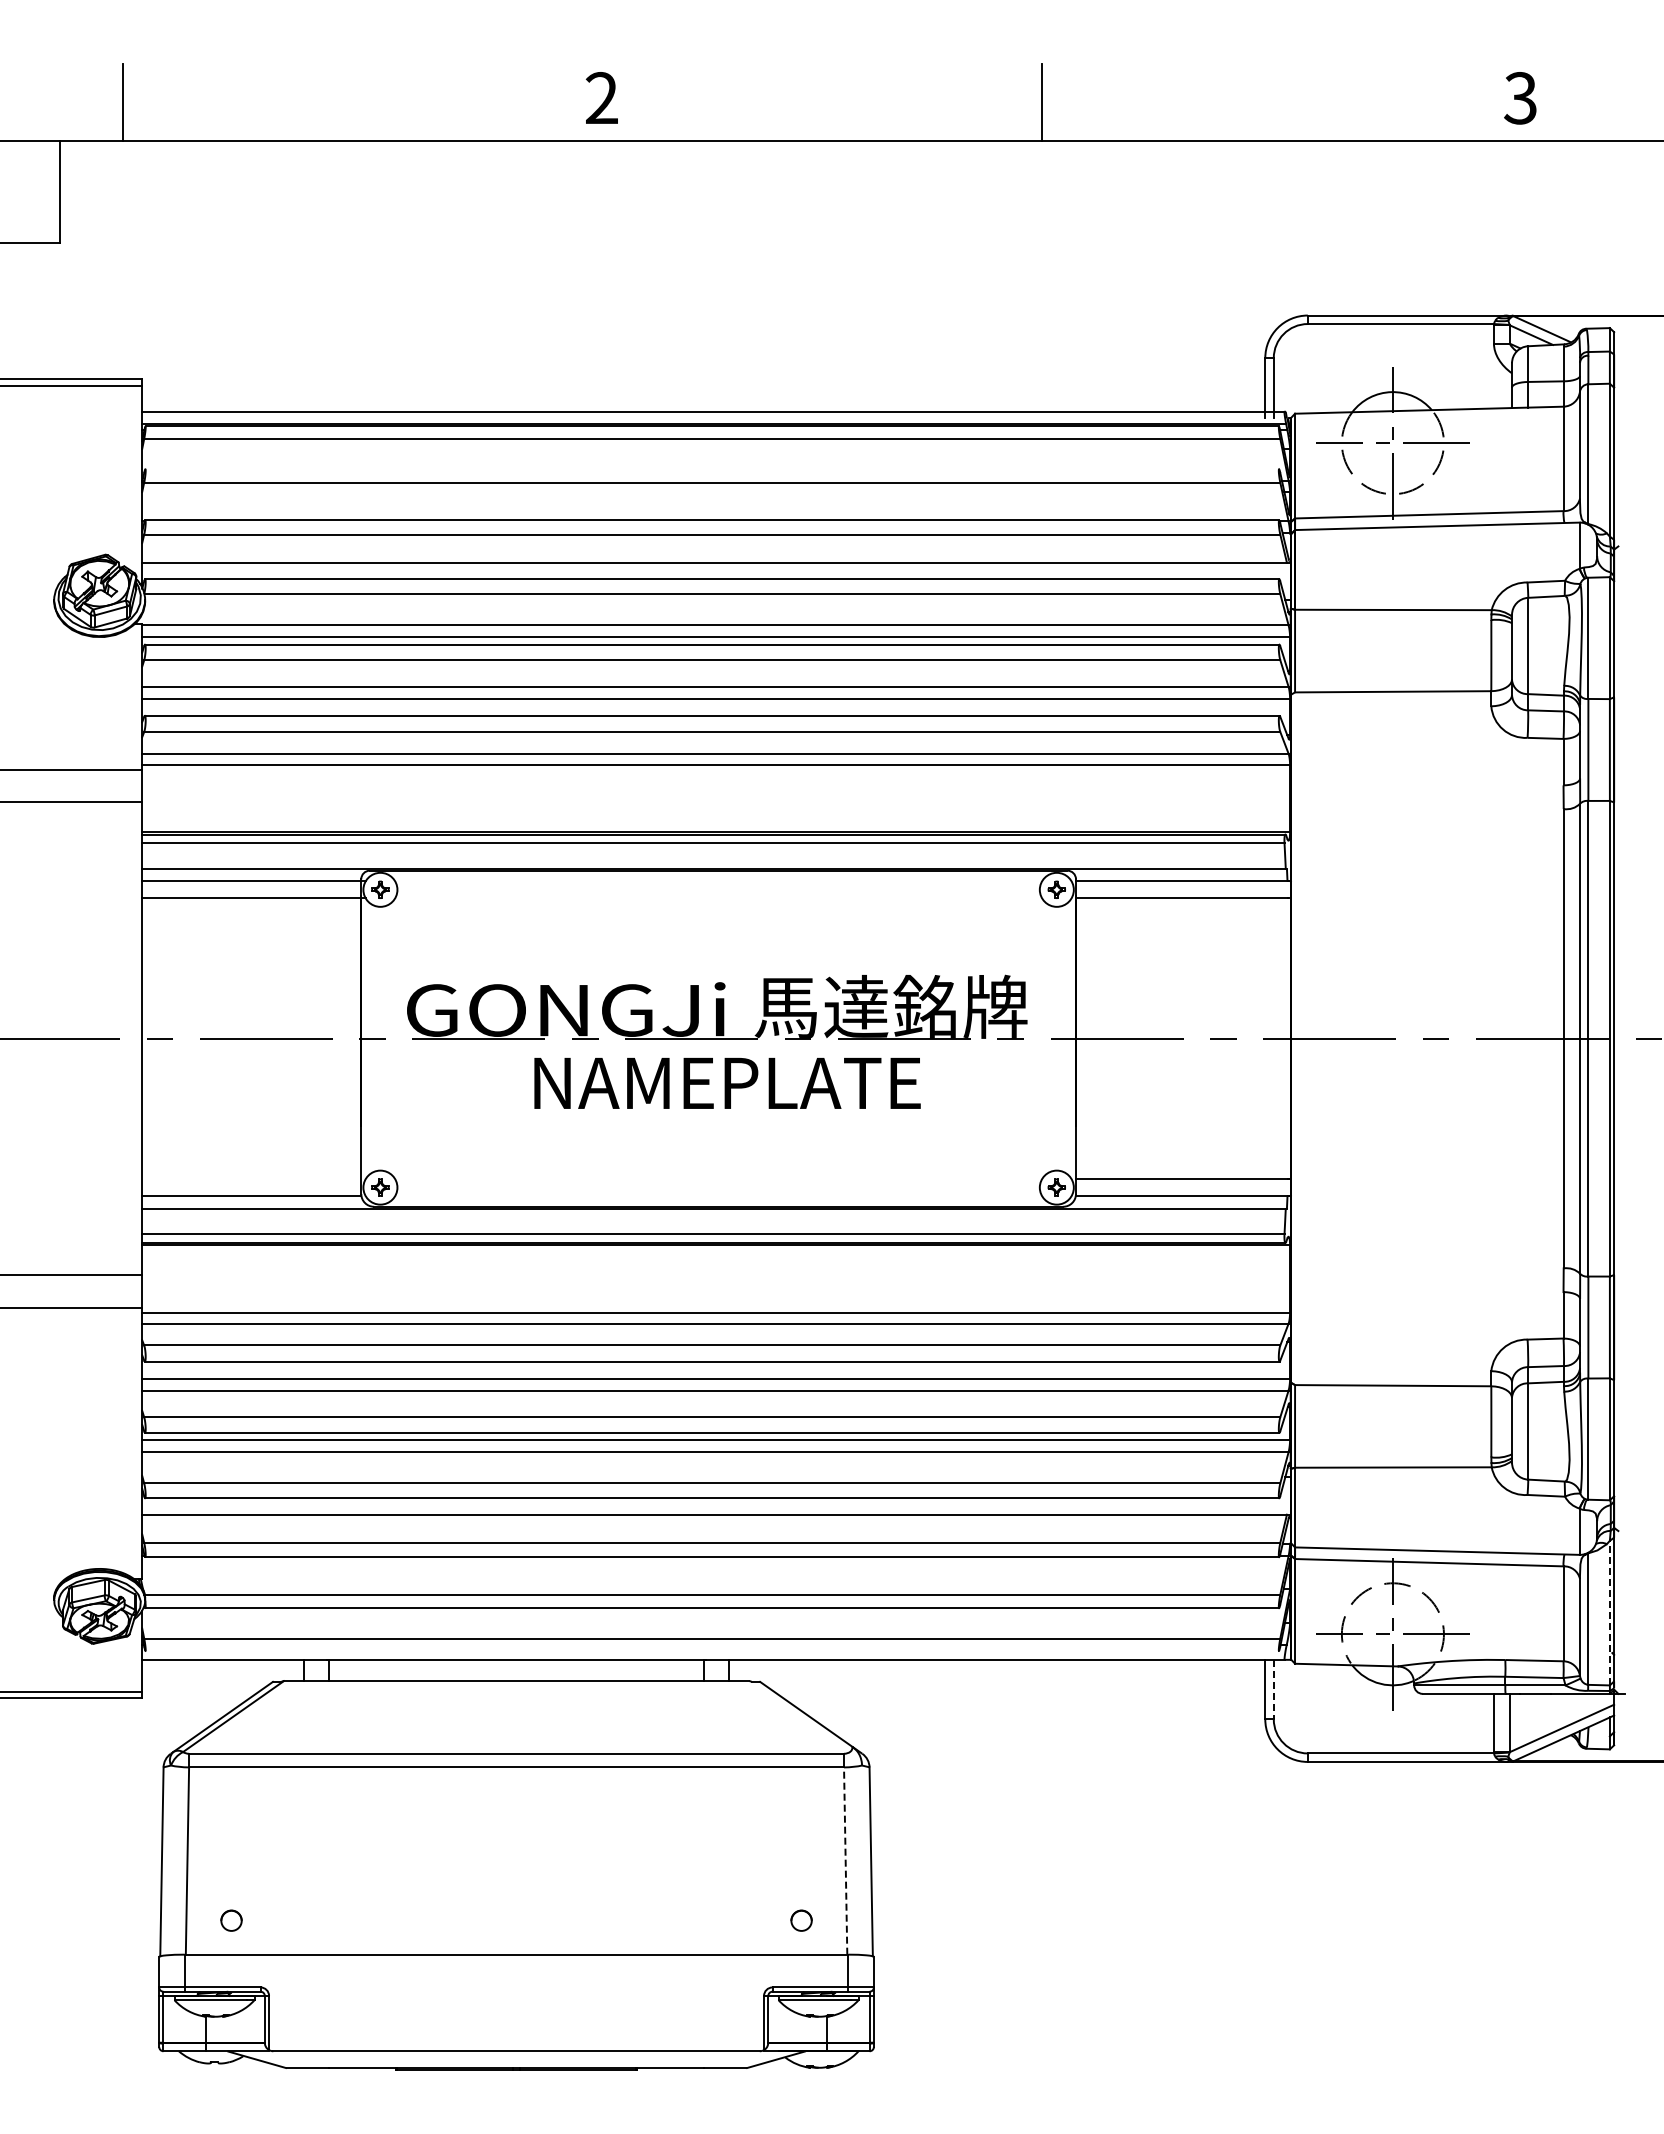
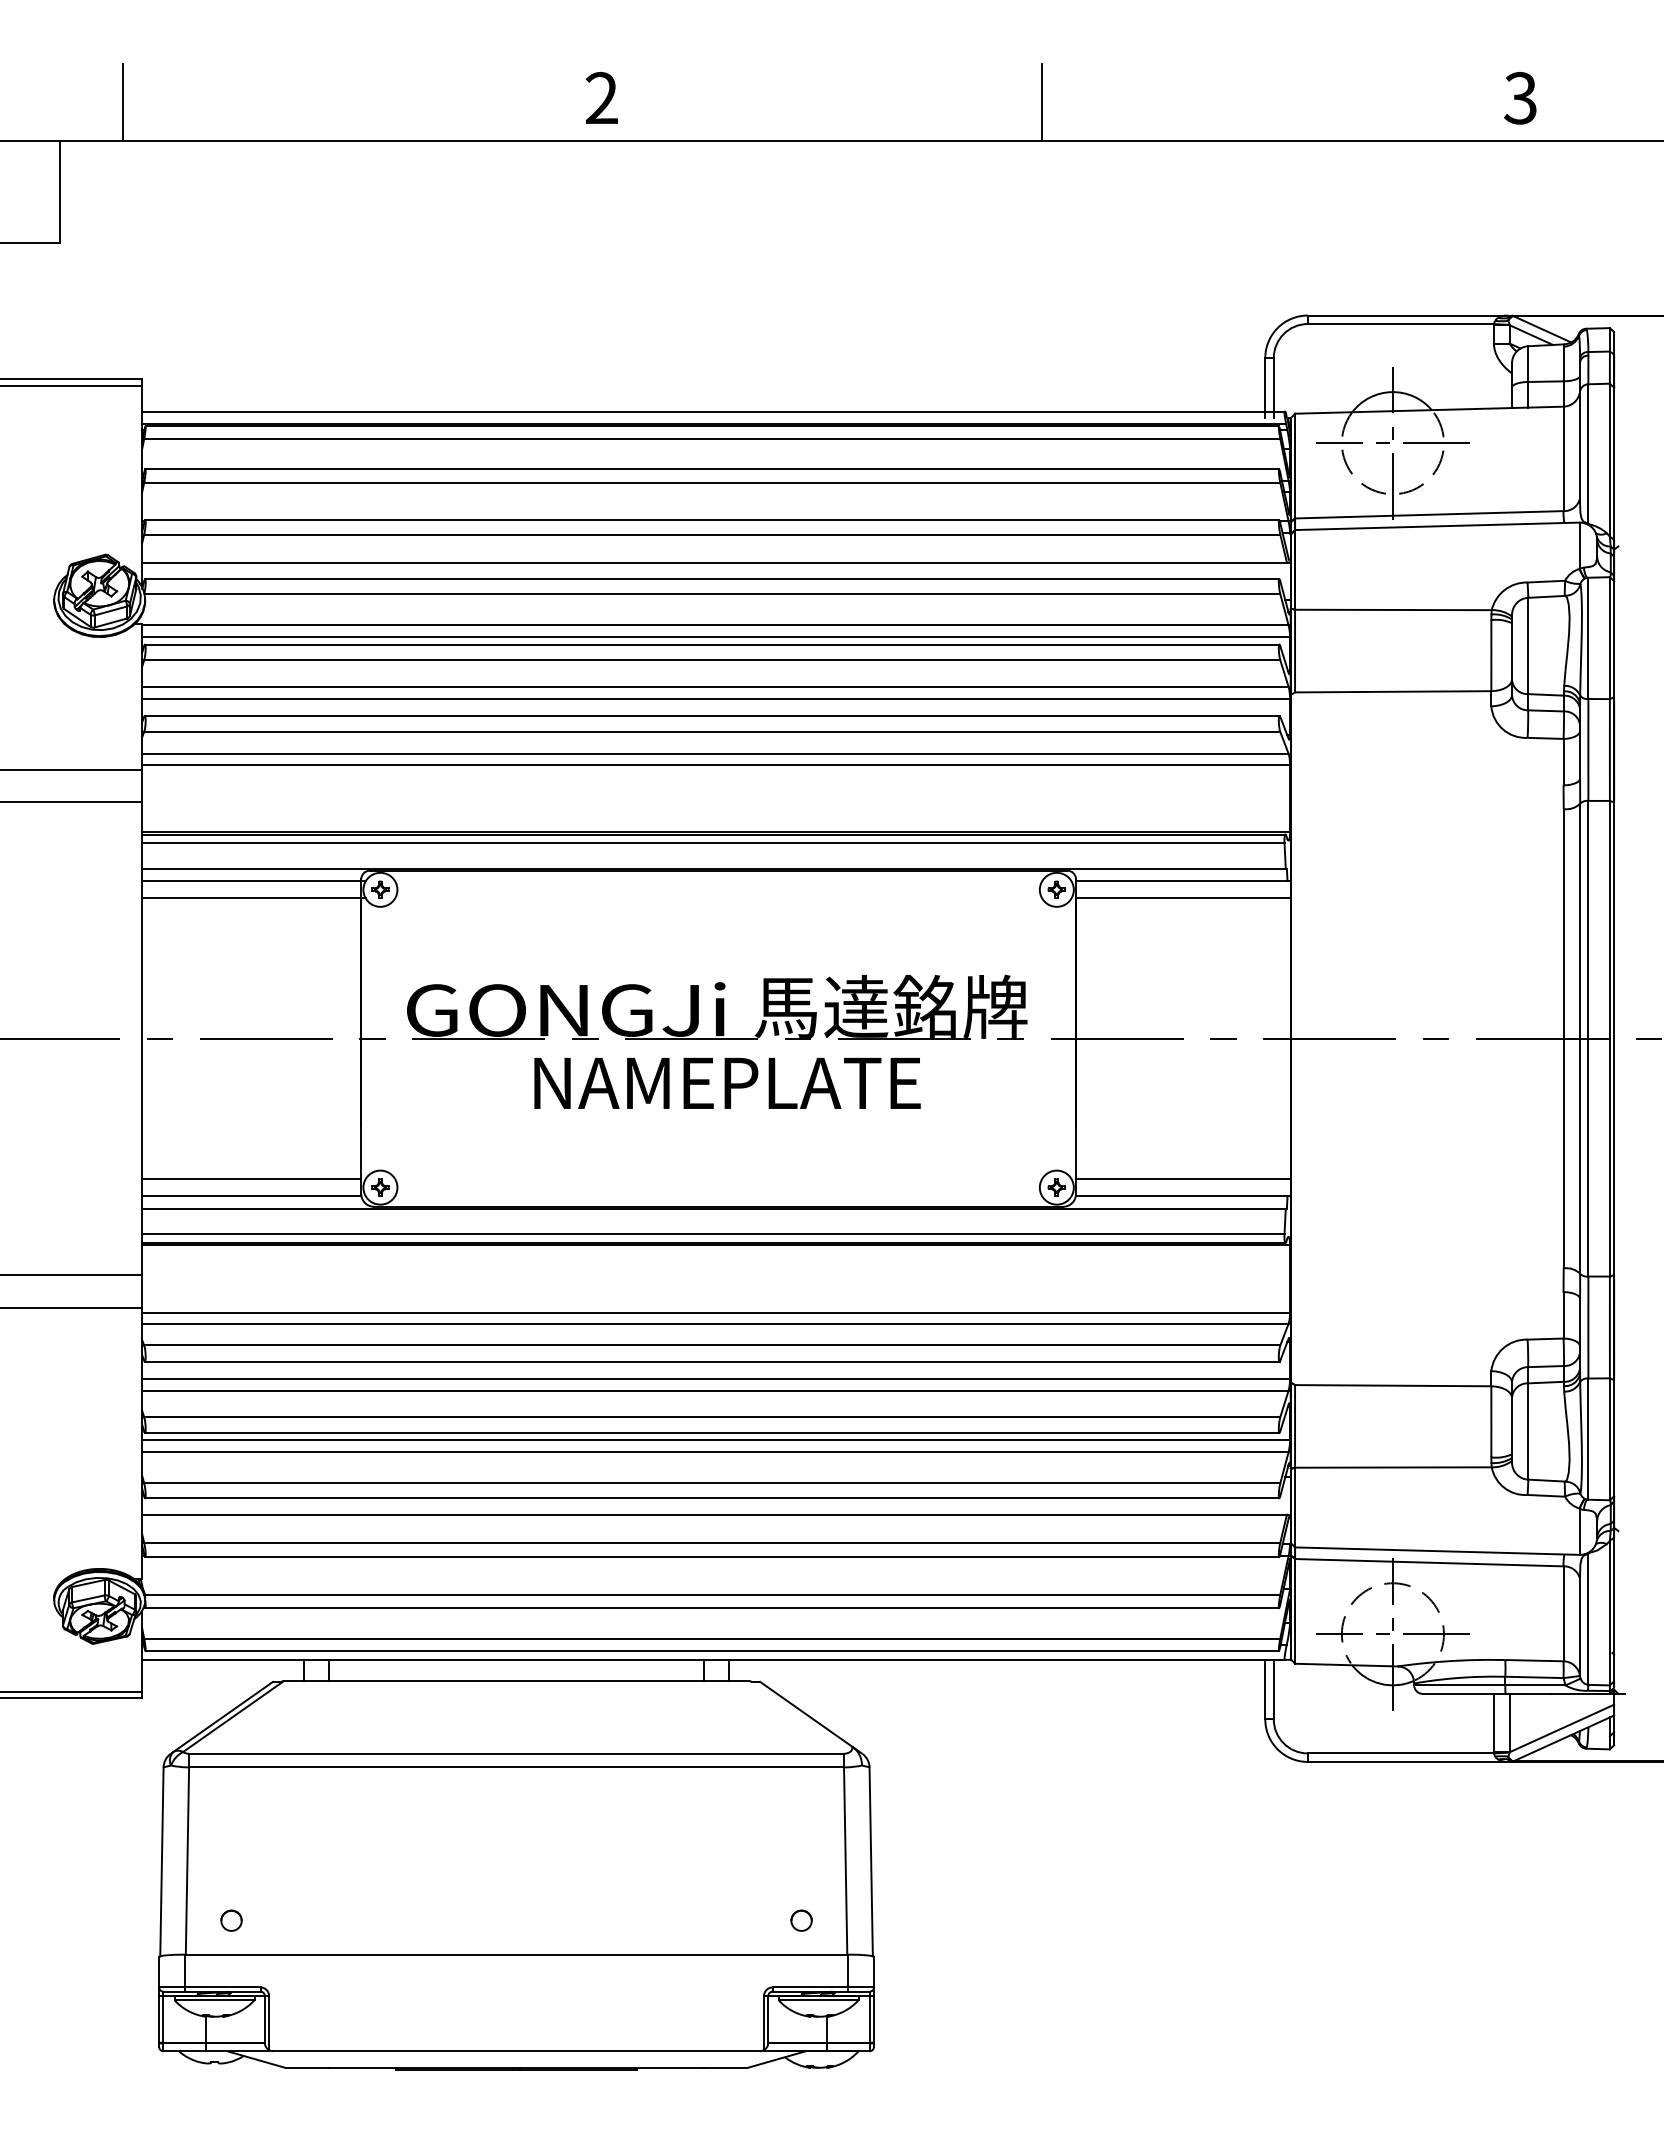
line at (712, 469): none -> present
line at (251, 1179): none -> present
line at (1609, 1612): dashed -> solid
line at (712, 1651): none -> present
line at (1273, 1689): dashed -> solid
line at (845, 1861): dashed -> solid
